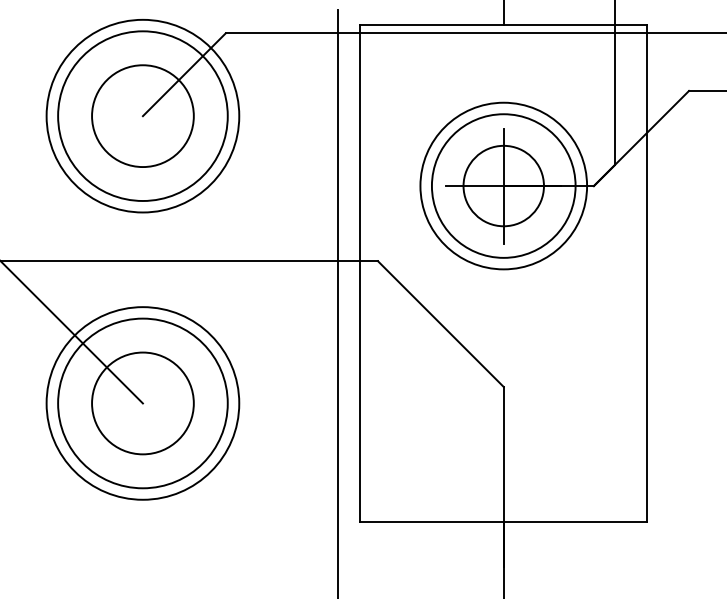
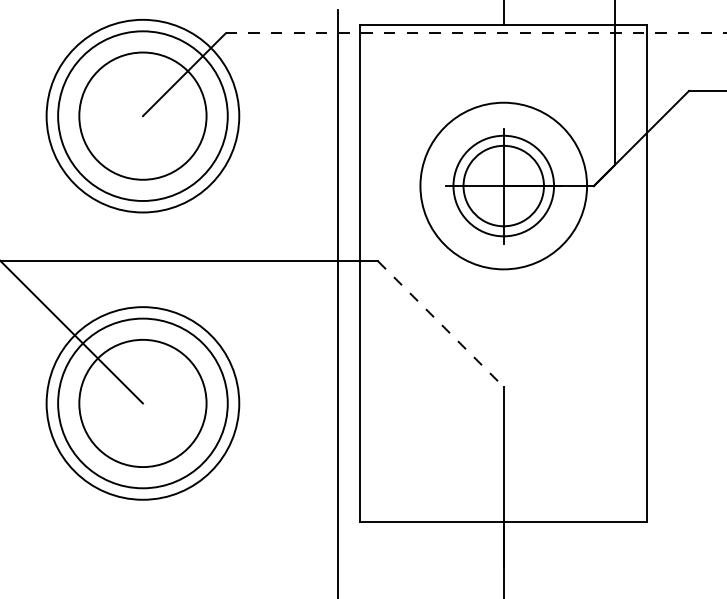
line at (476, 33): solid -> dashed
circle at (142, 116) diameter: 102 px -> 127 px
circle at (503, 185) diameter: 144 px -> 101 px
line at (440, 324): solid -> dashed
circle at (142, 403) diameter: 102 px -> 127 px
